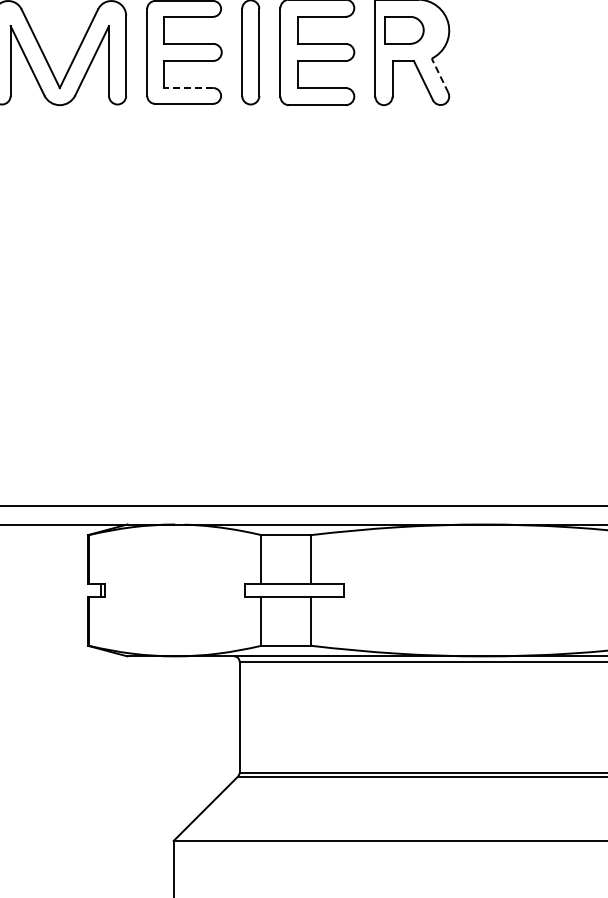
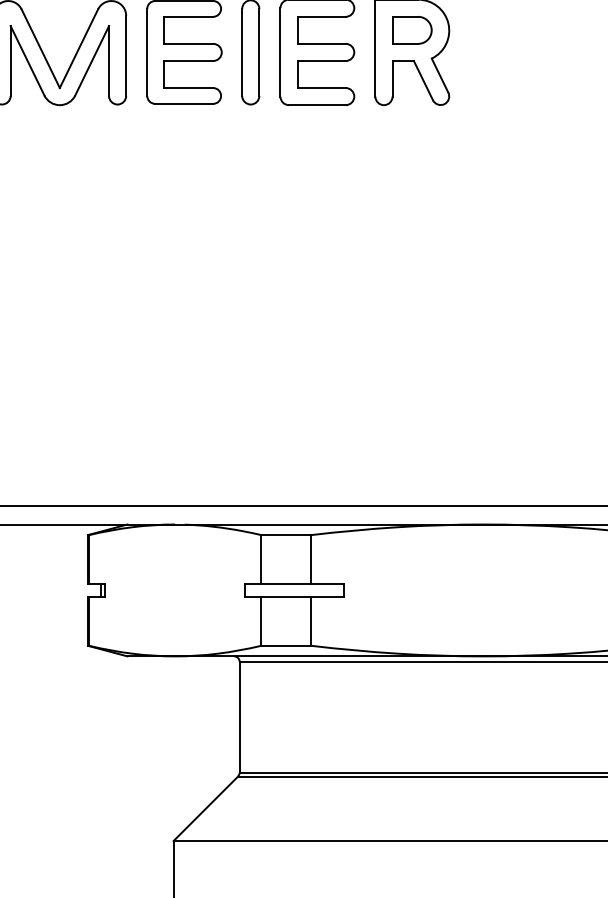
part at (404, 30) position: (404, 30) -> (412, 30)
line at (440, 75): dashed -> solid
line at (188, 88): dashed -> solid
